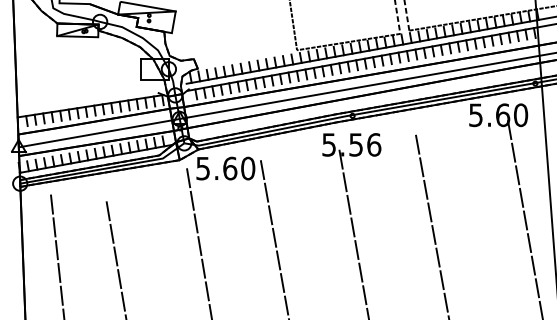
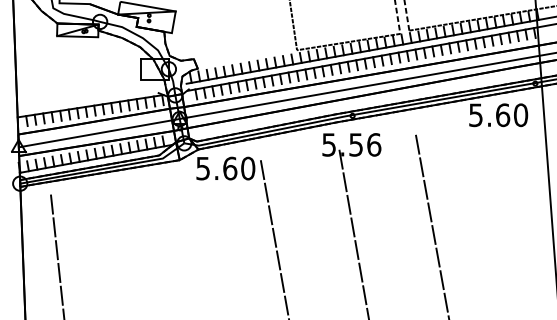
line at (524, 218): present -> none
line at (198, 242): present -> none
line at (115, 258): present -> none
